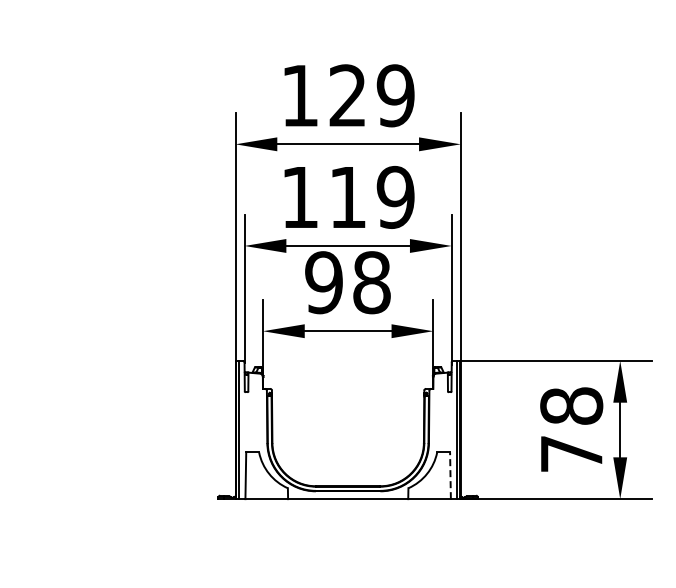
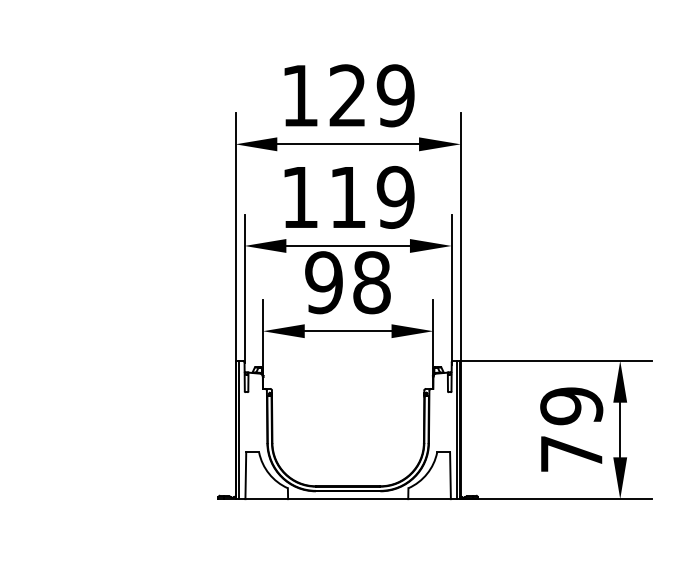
text at (571, 406): 78 -> 79
line at (450, 475): dashed -> solid
